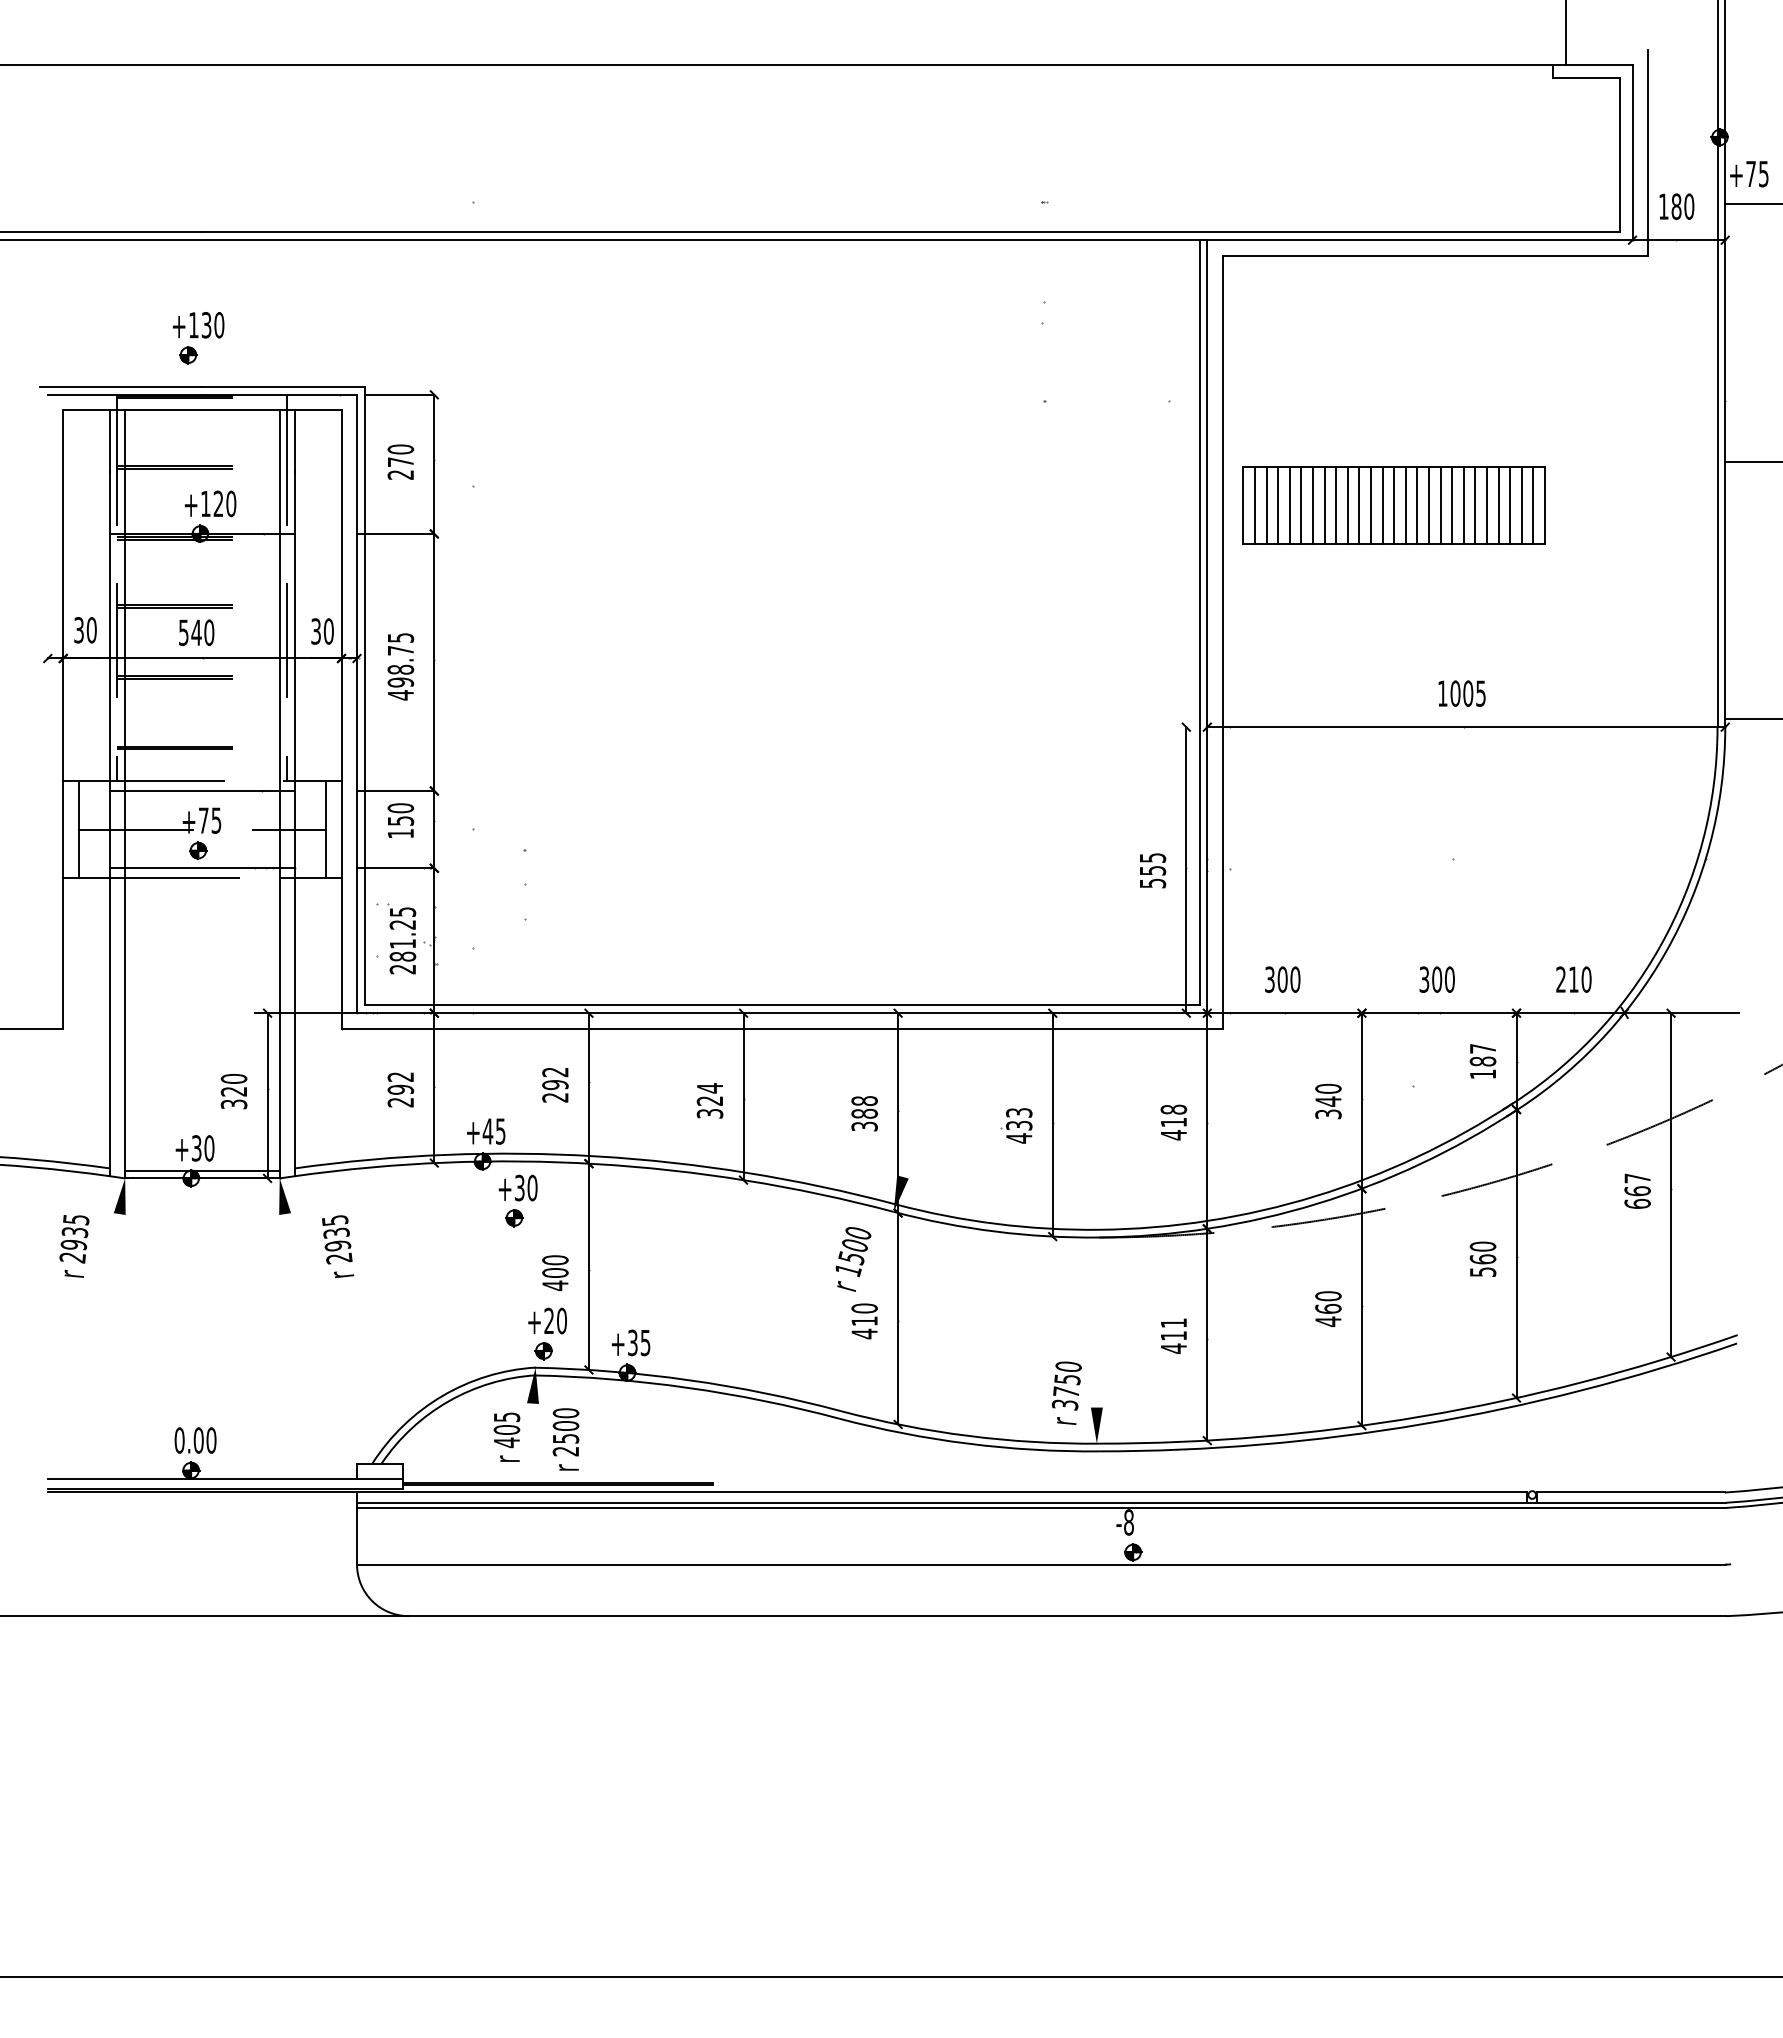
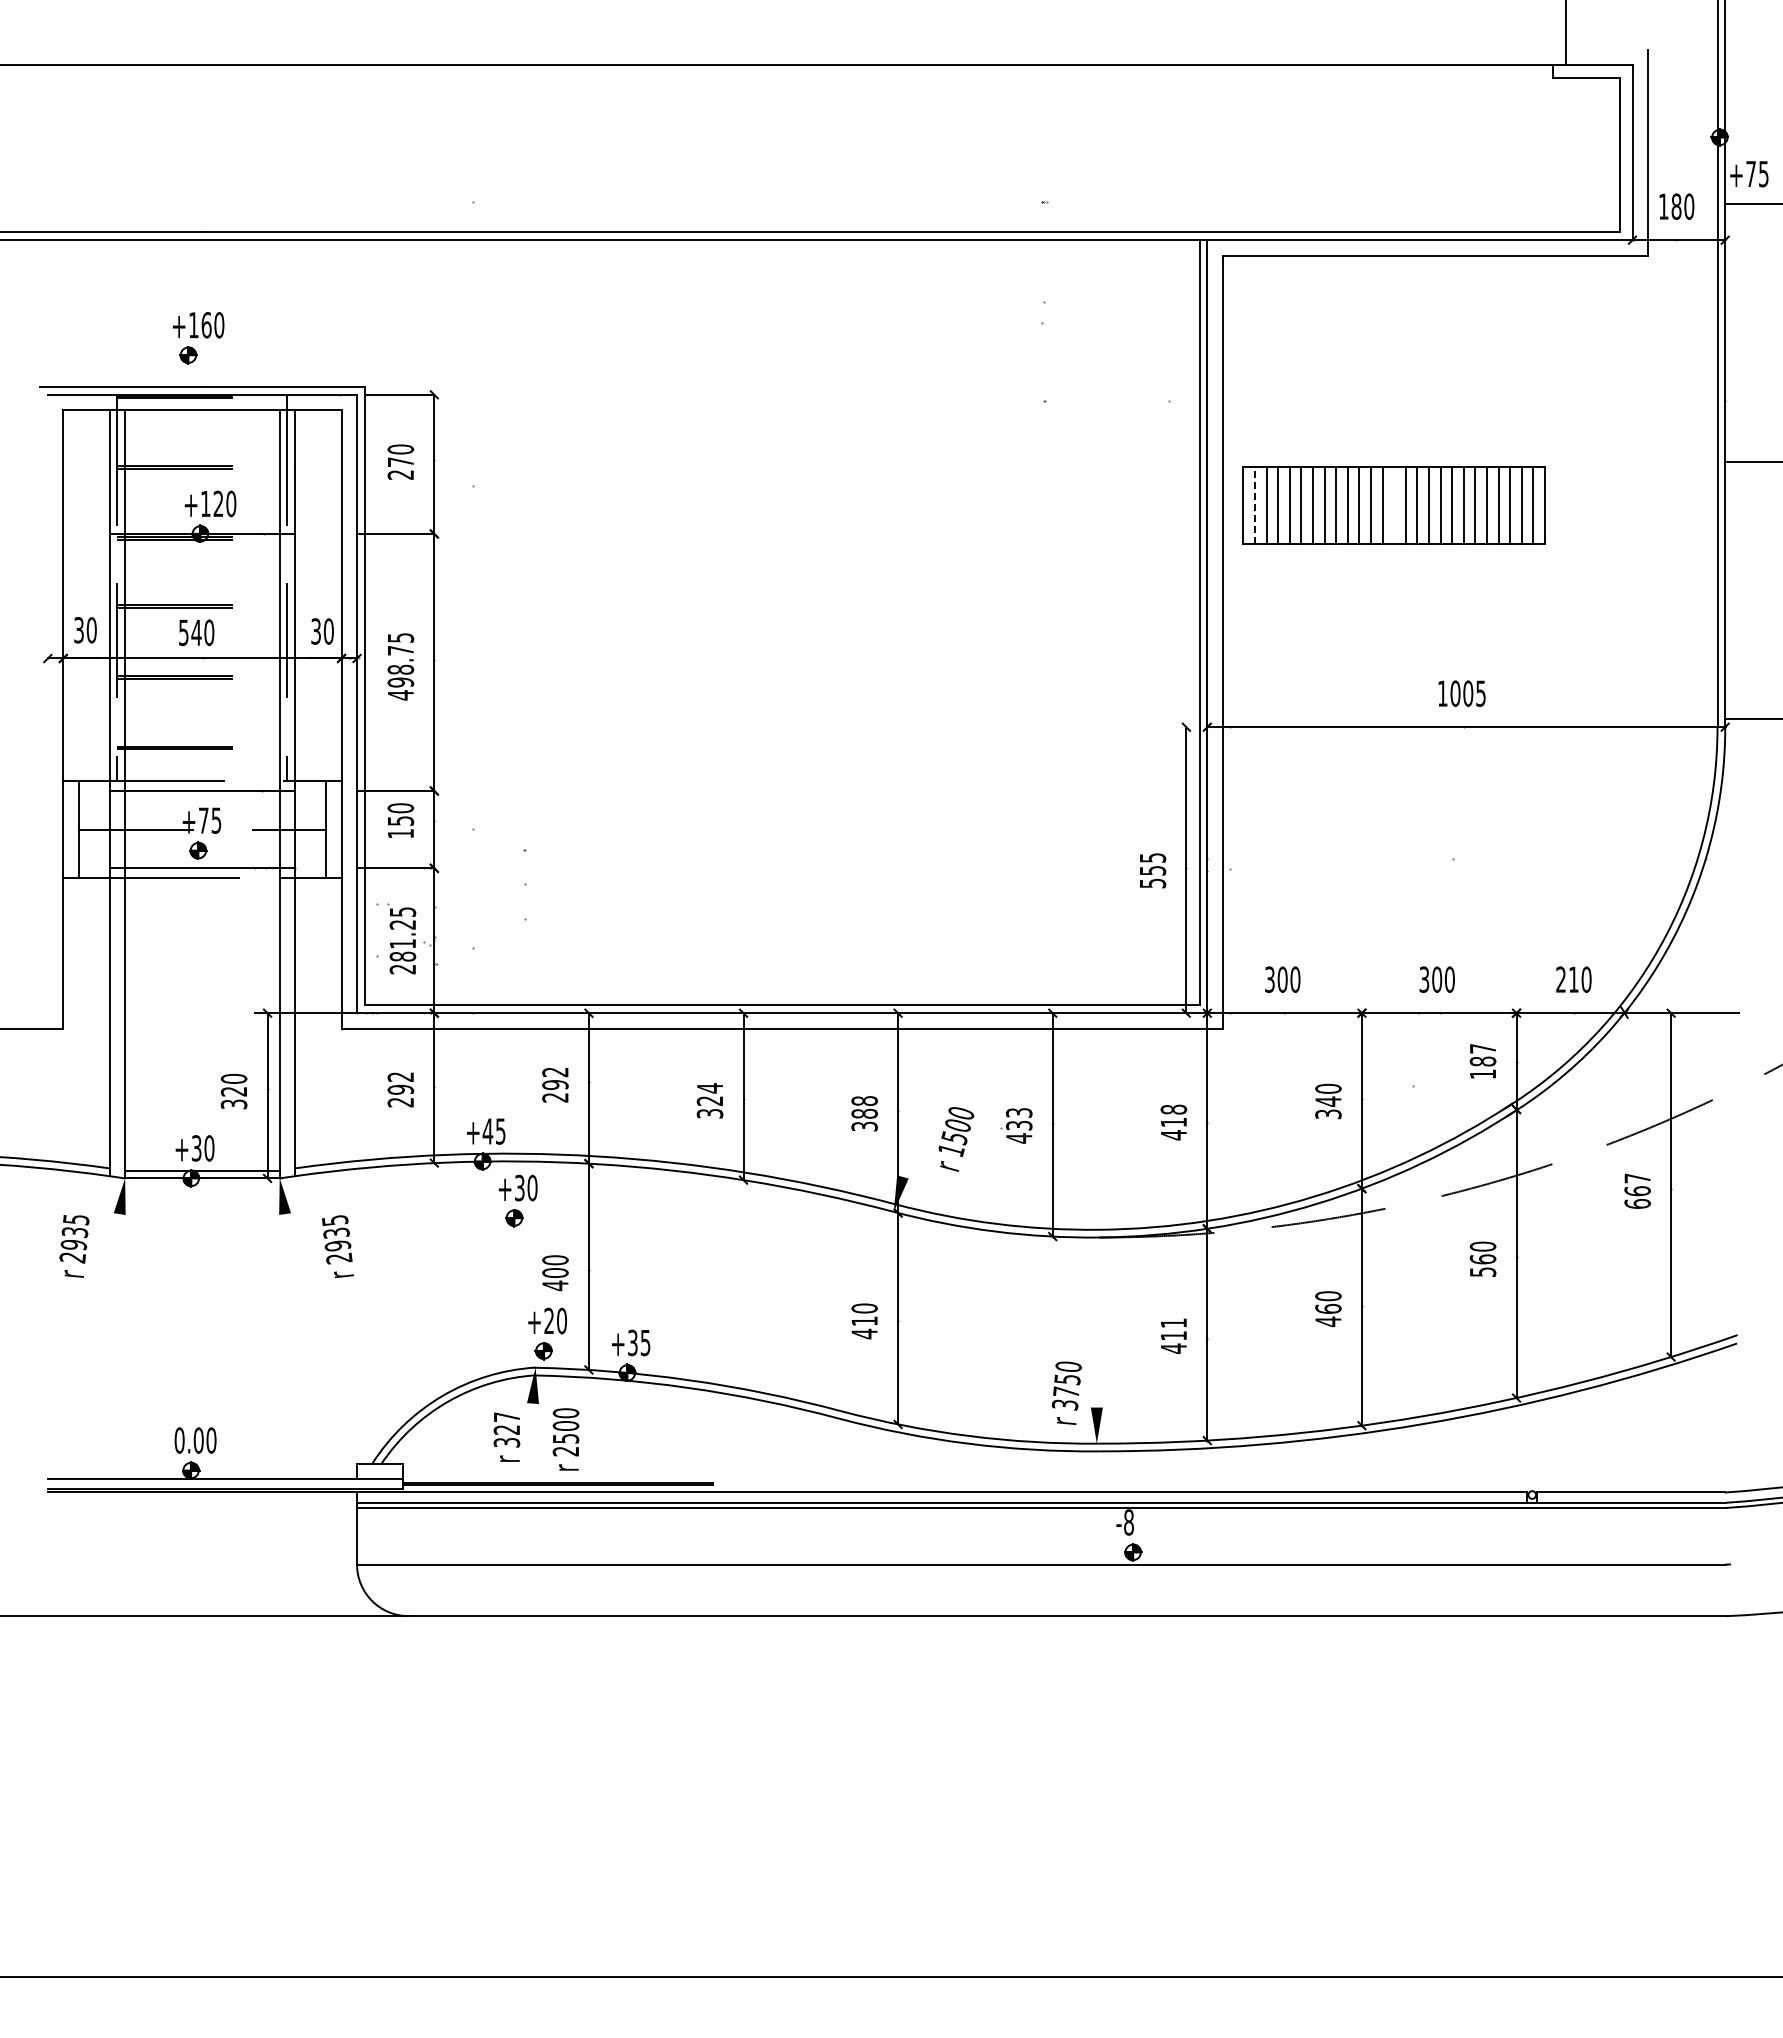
text at (206, 325): +130 -> +160
line at (1255, 505): solid -> dashed
line at (1394, 505): present -> none
text at (853, 1259) position: (853, 1259) -> (956, 1139)
text at (506, 1430): 405 -> 327
